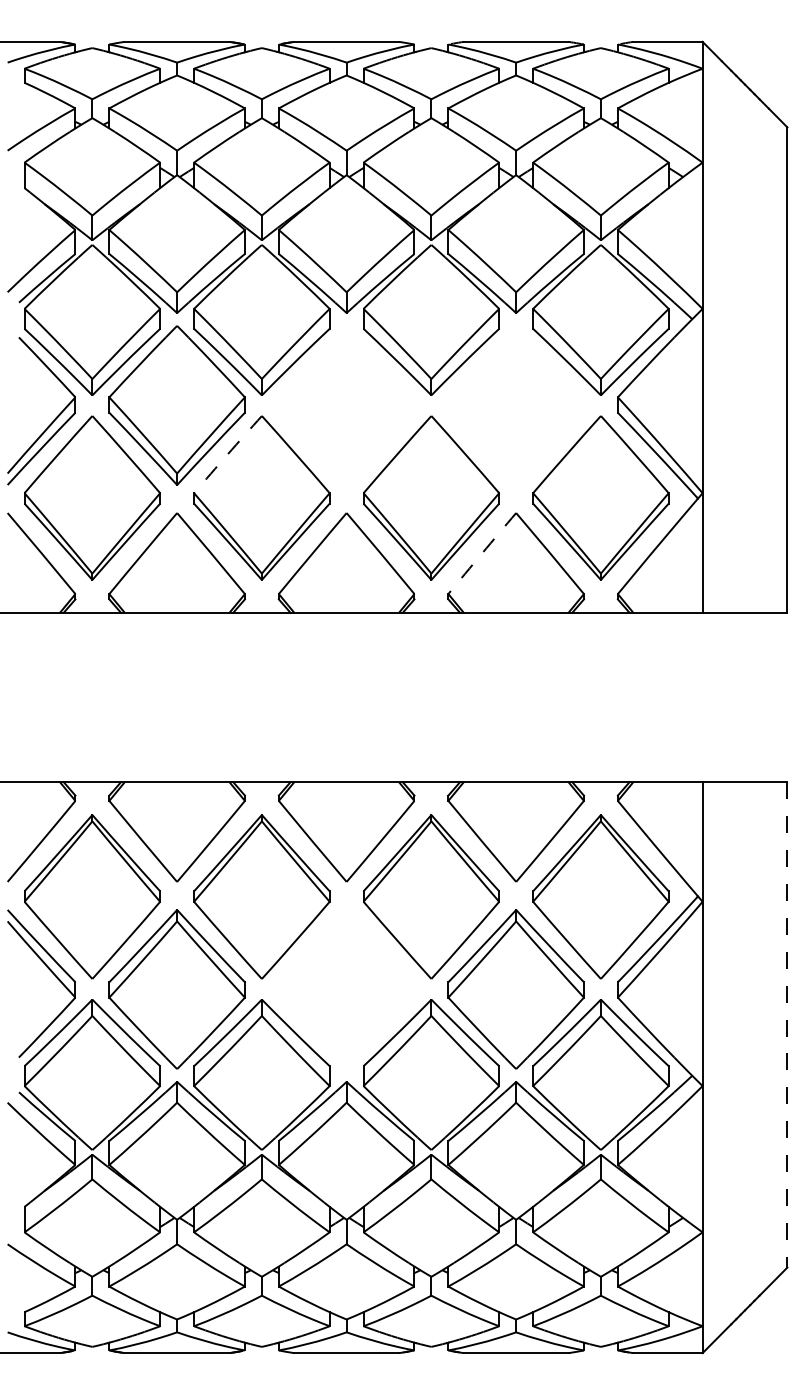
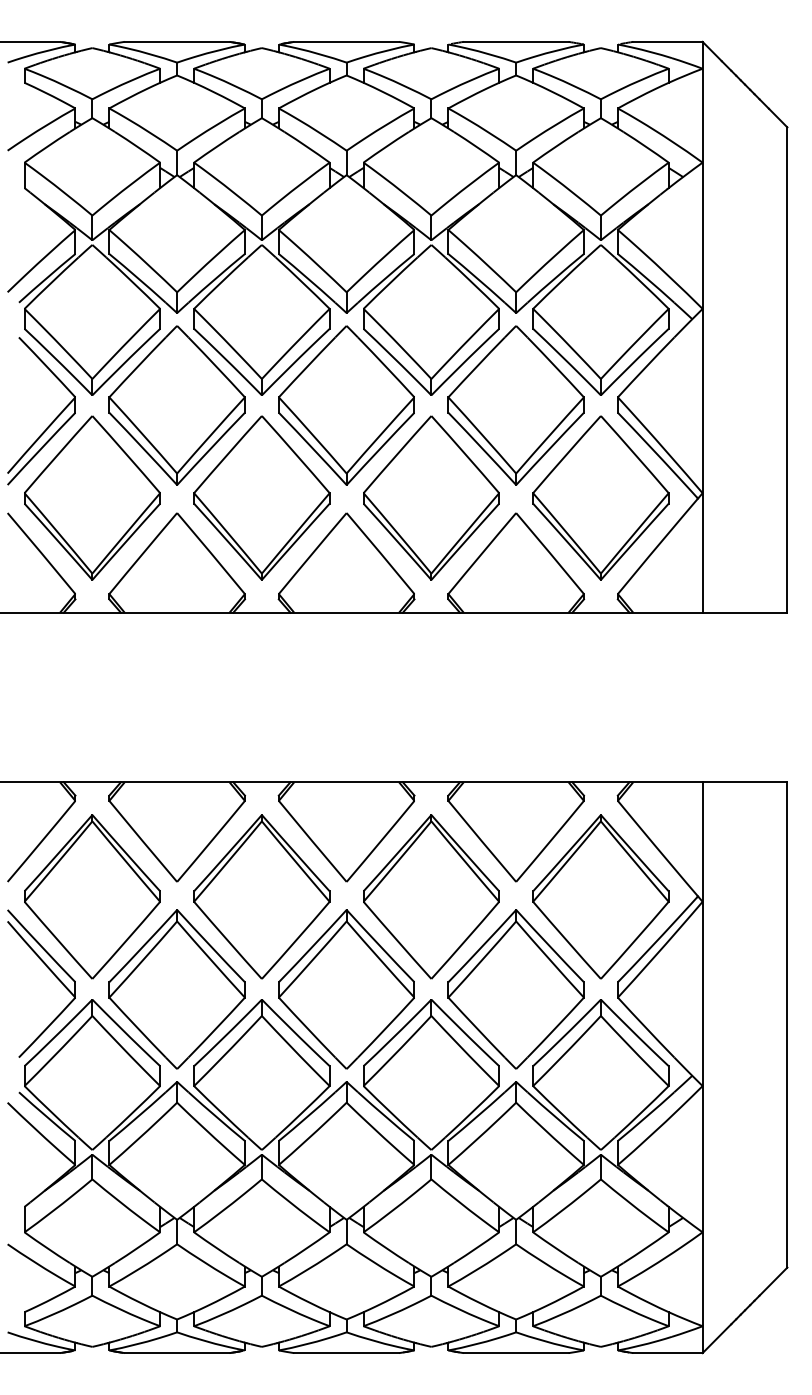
part at (346, 405): none -> present
part at (515, 405): none -> present
arc at (227, 454): dashed -> solid
arc at (482, 553): dashed -> solid
part at (346, 989): none -> present
line at (787, 1024): dashed -> solid
